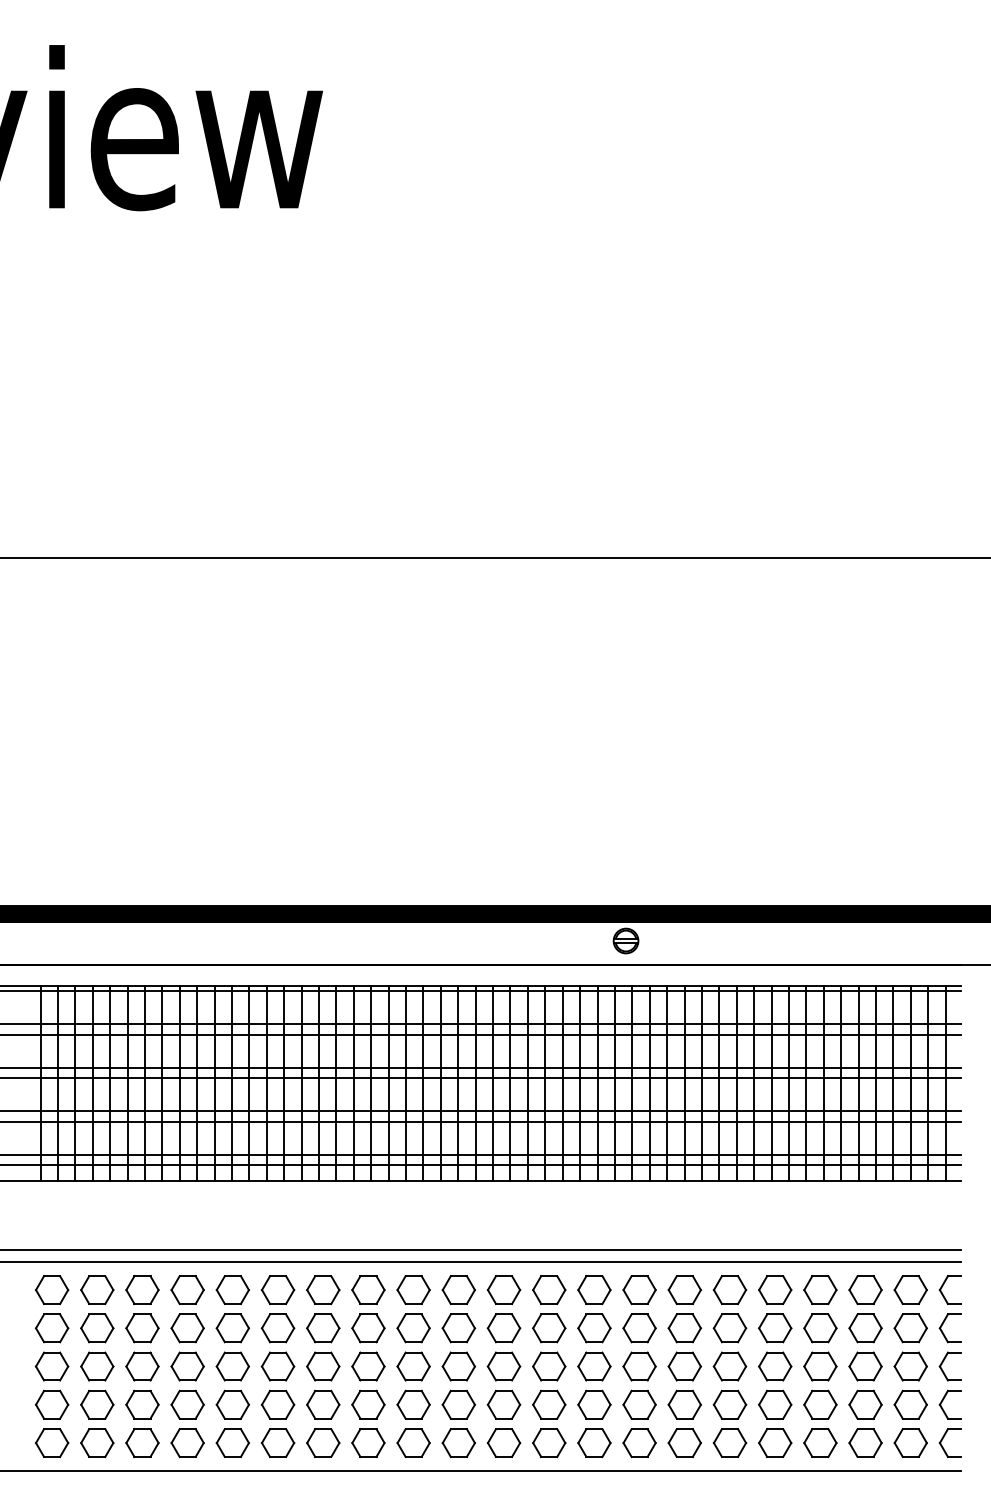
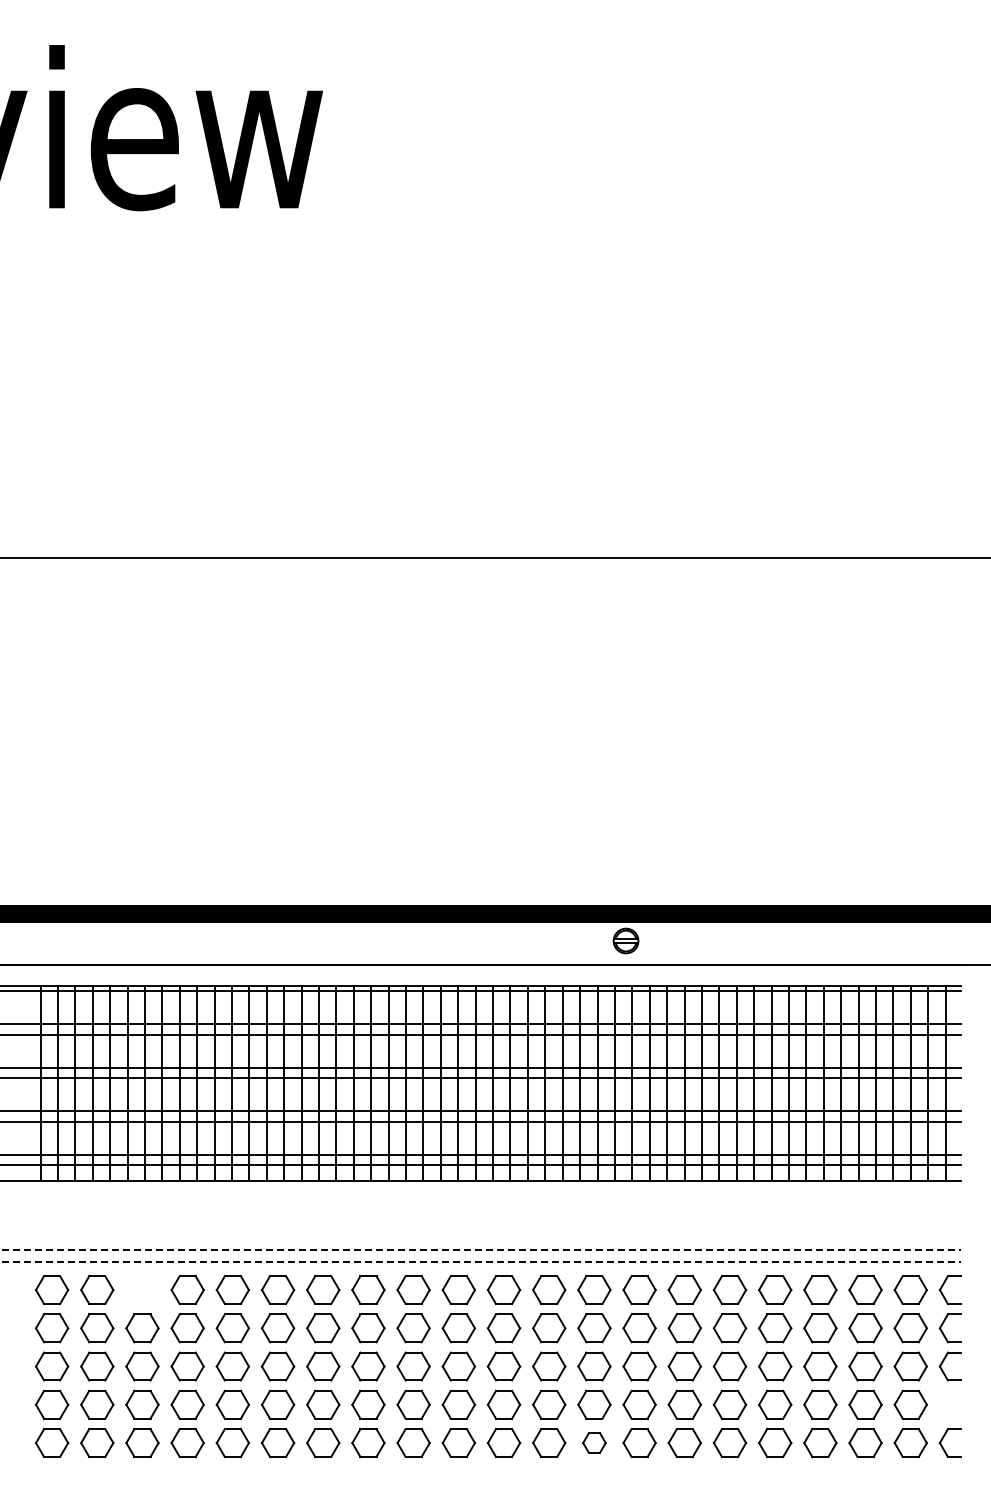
line at (481, 1250): solid -> dashed
line at (481, 1262): solid -> dashed
part at (142, 1289): present -> none
part at (944, 1399): present -> none
part at (594, 1442) size: 35x30 px -> 25x22 px
line at (481, 1470): present -> none
